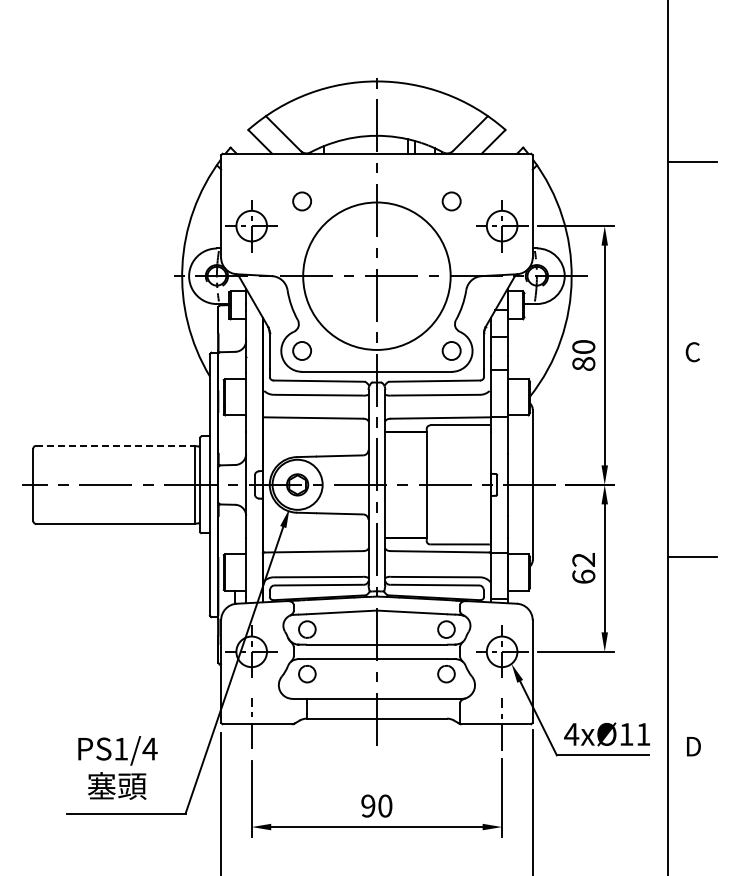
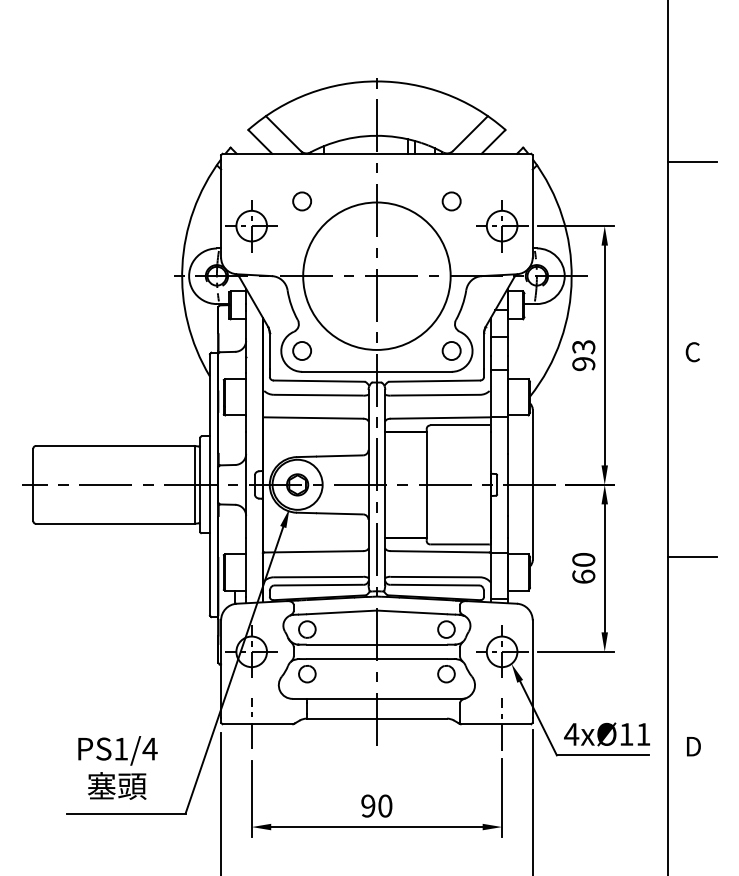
text at (583, 355): 80 -> 93
line at (115, 445): dashed -> solid
text at (583, 559): 62 -> 60
